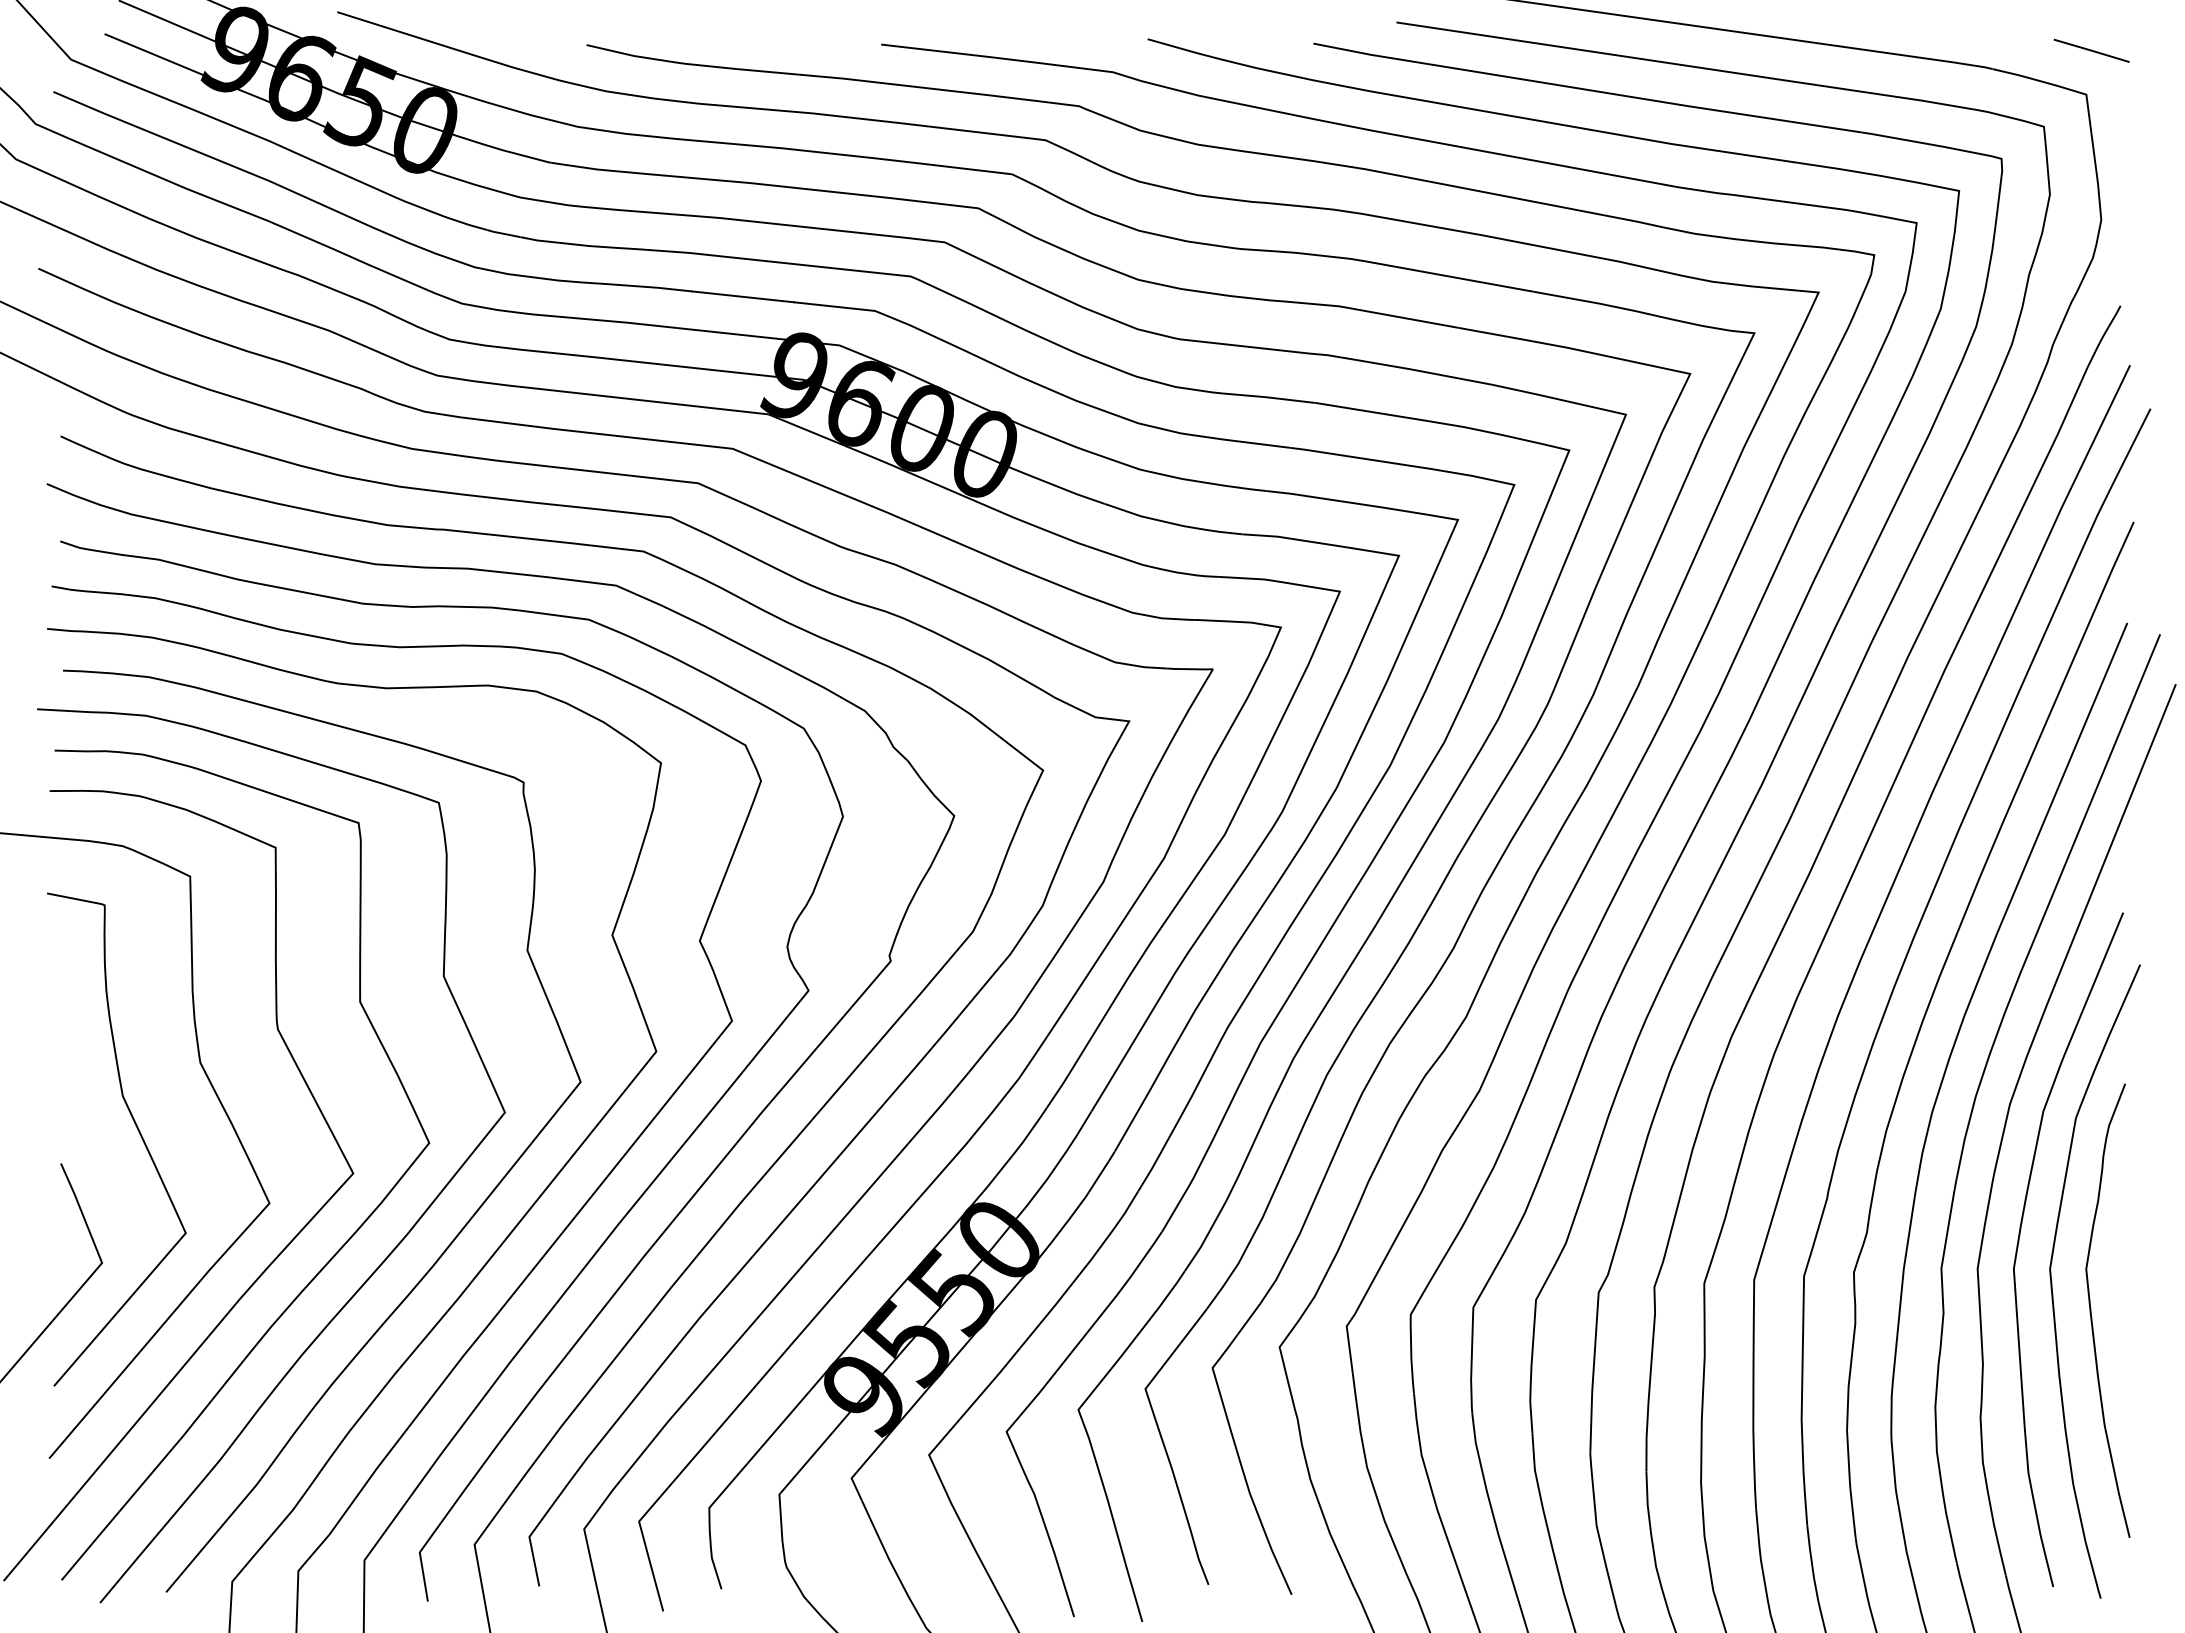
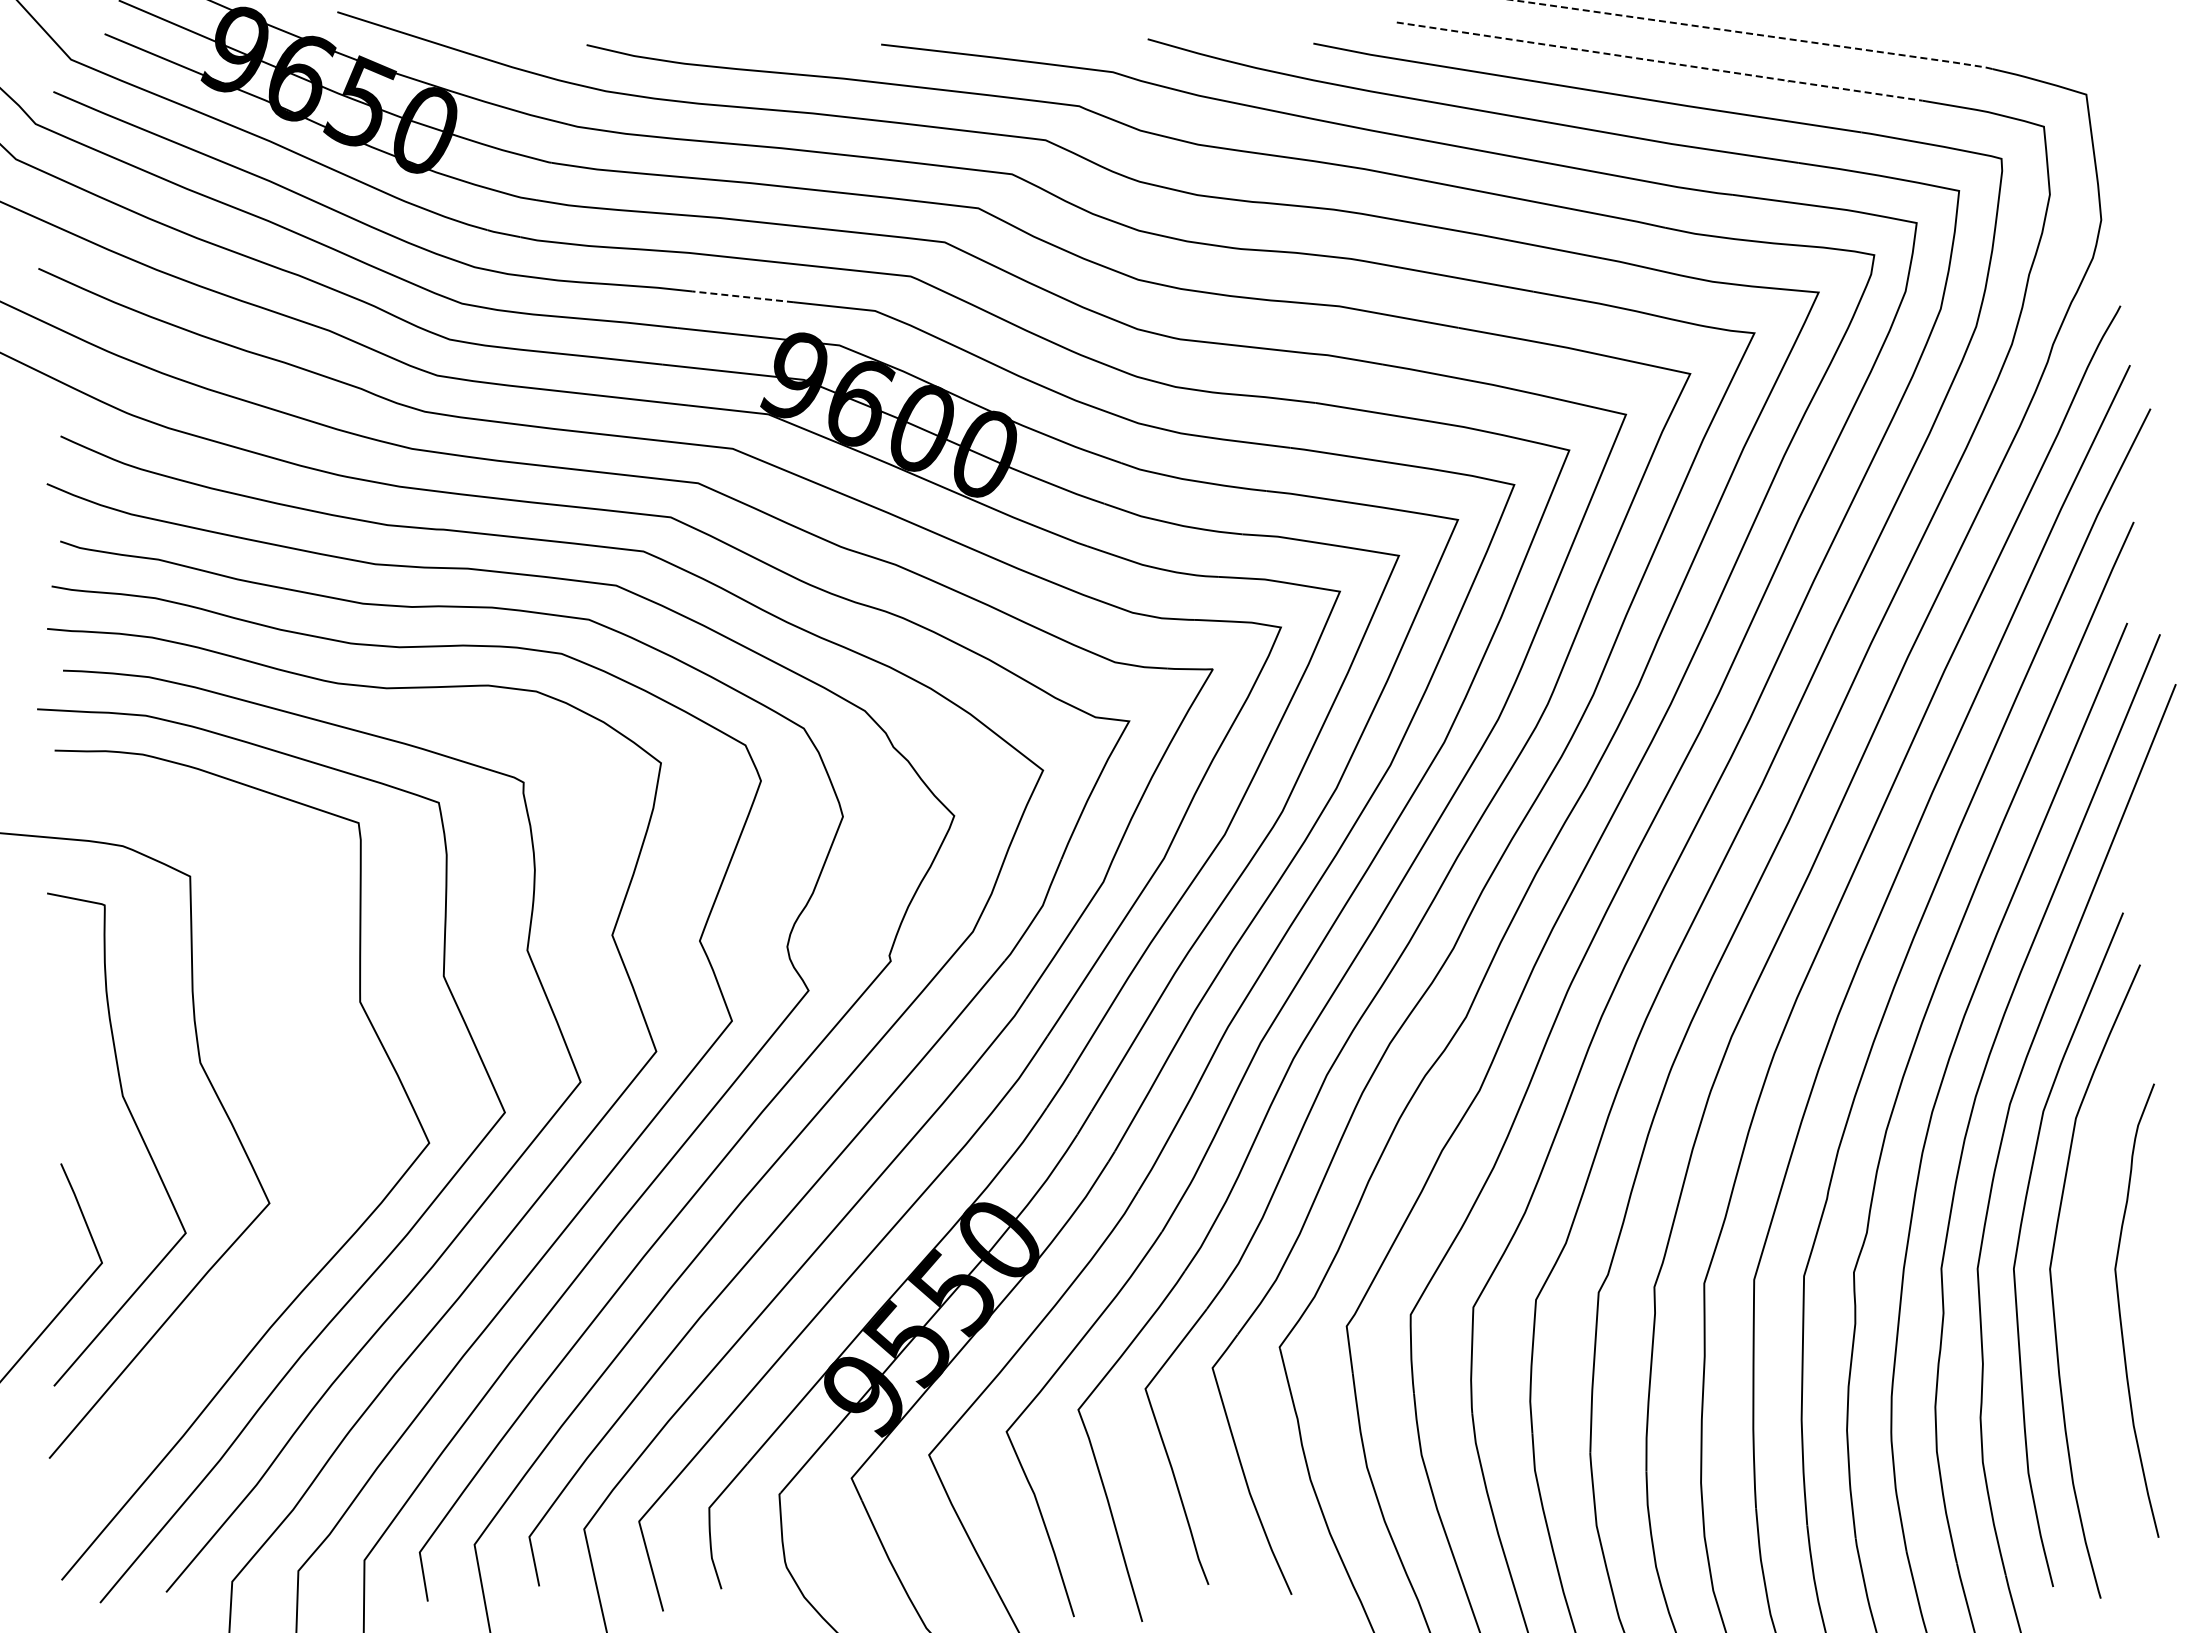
line at (1753, 34): solid -> dashed
line at (2091, 50): present -> none
line at (1662, 62): solid -> dashed
line at (742, 296): solid -> dashed
curve at (263, 1270): present -> none
curve at (2091, 1310) position: (2091, 1310) -> (2120, 1310)
